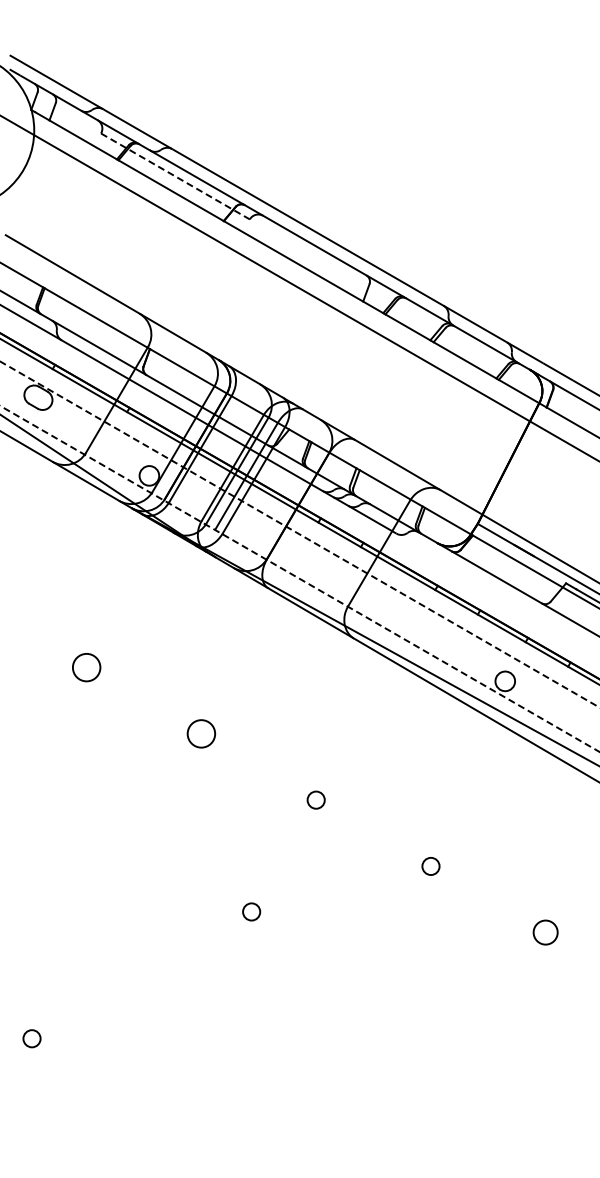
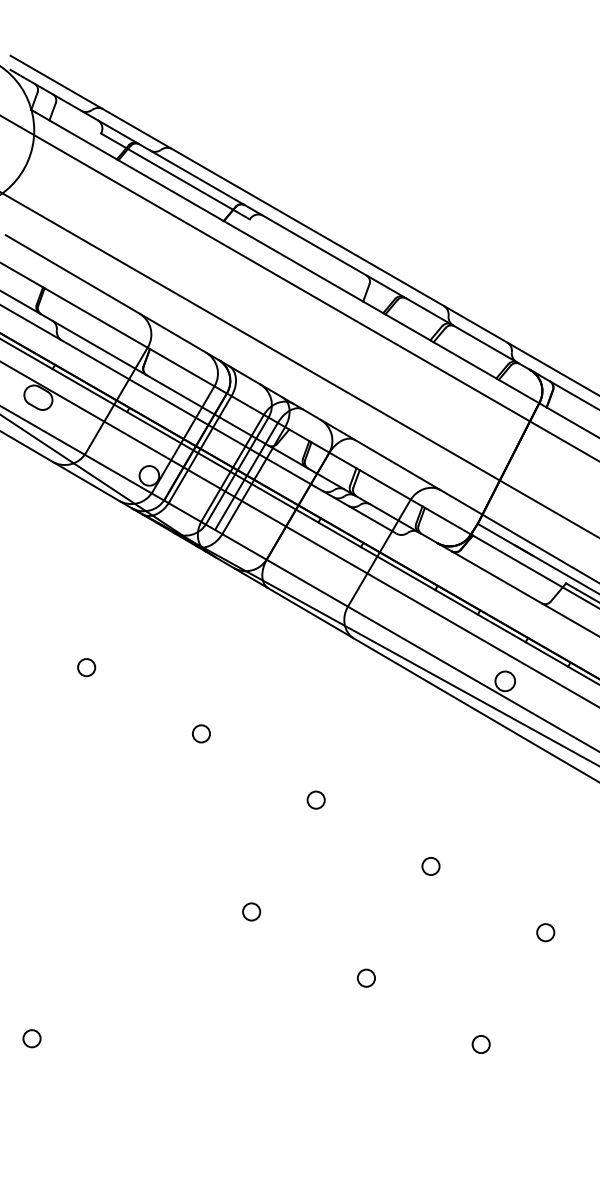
line at (175, 176): dashed -> solid
line at (299, 364): none -> present
line at (299, 534): dashed -> solid
line at (299, 578): dashed -> solid
circle at (86, 667) diameter: 27 px -> 17 px
circle at (201, 733) diameter: 27 px -> 17 px
circle at (545, 932) size: 27x27 px -> 20x20 px
circle at (366, 977): none -> present
circle at (480, 1044): none -> present
